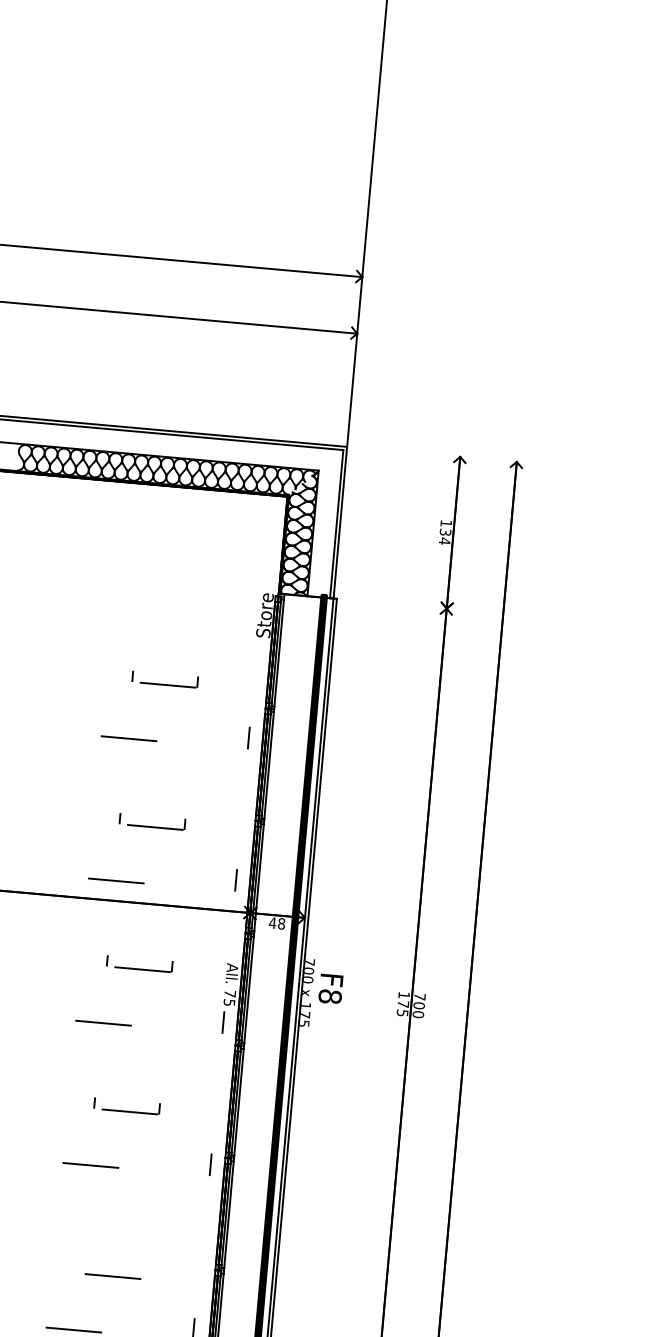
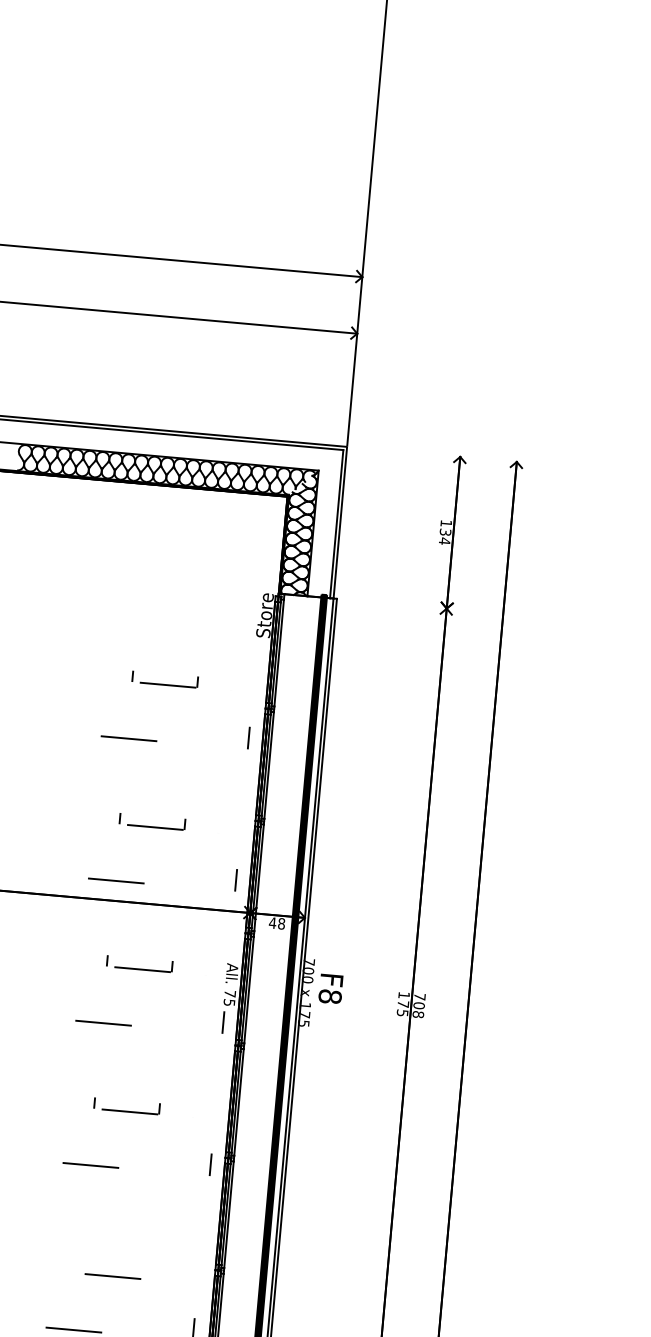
text at (417, 1014): 700 -> 708
